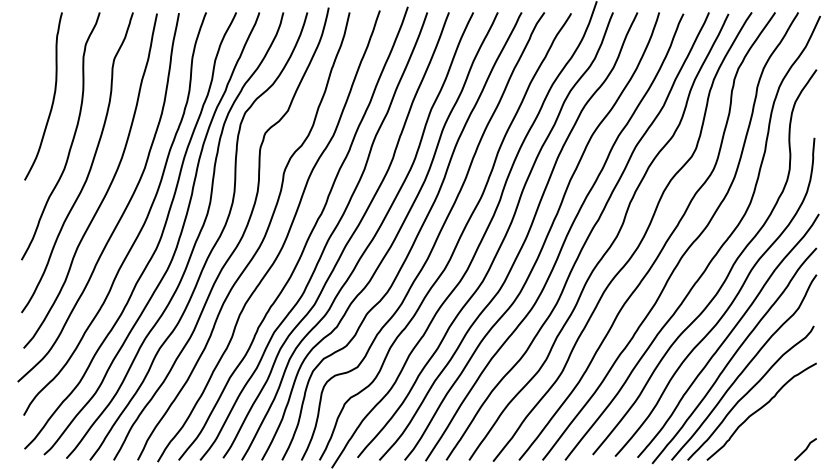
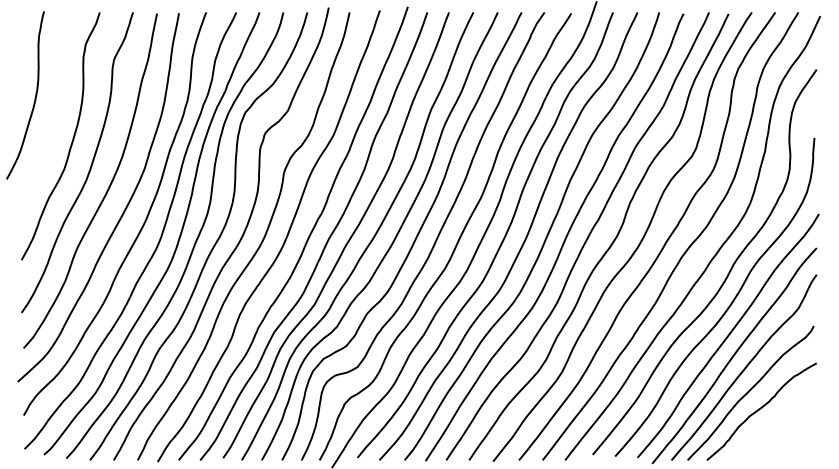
curve at (52, 99) position: (52, 99) -> (34, 98)
line at (805, 449): present -> none
